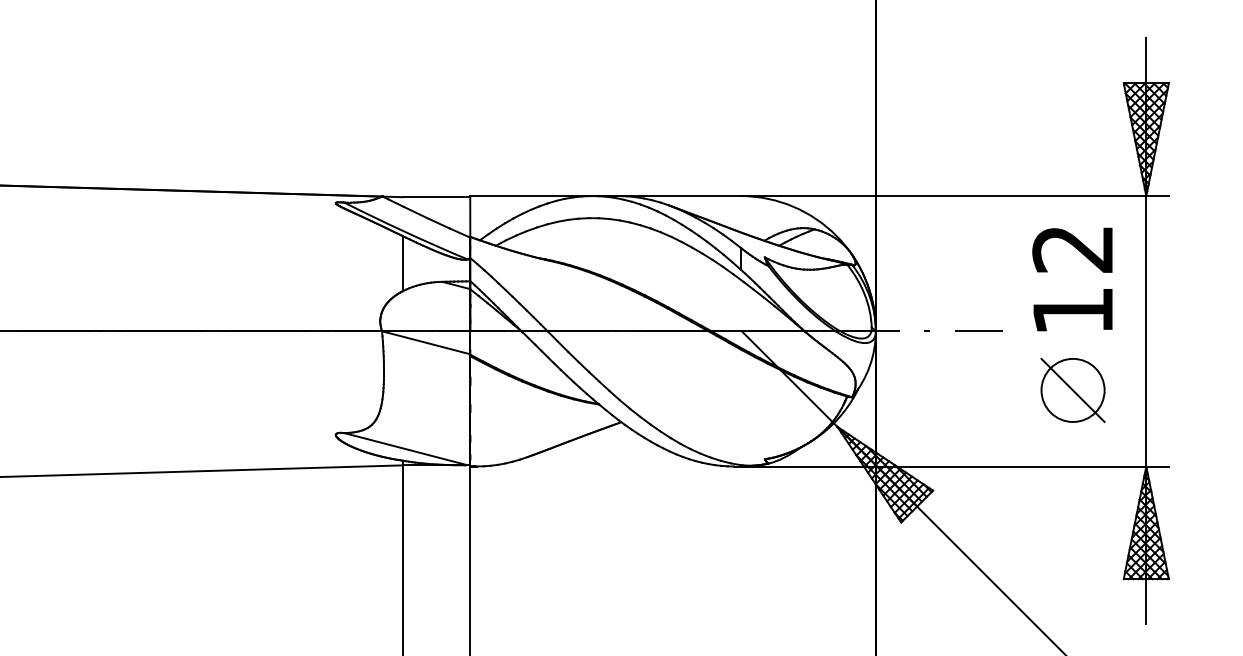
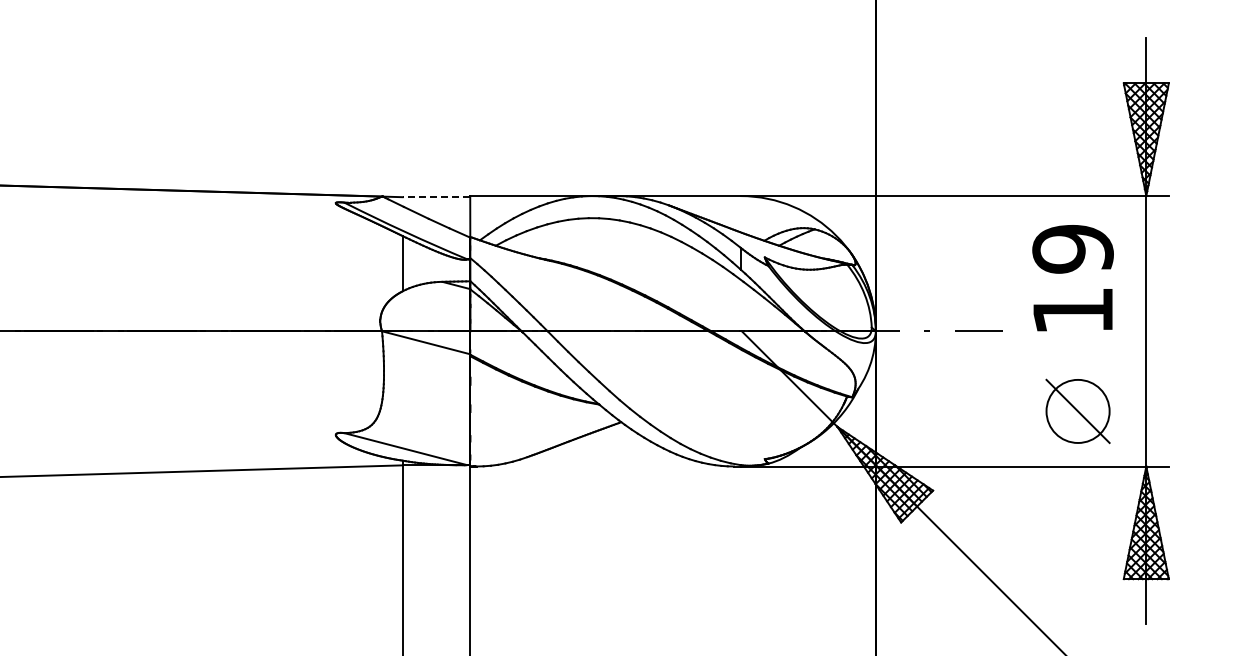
line at (436, 197): solid -> dashed
text at (1072, 249): 12 -> 19
part at (1072, 390) position: (1072, 390) -> (1077, 411)
